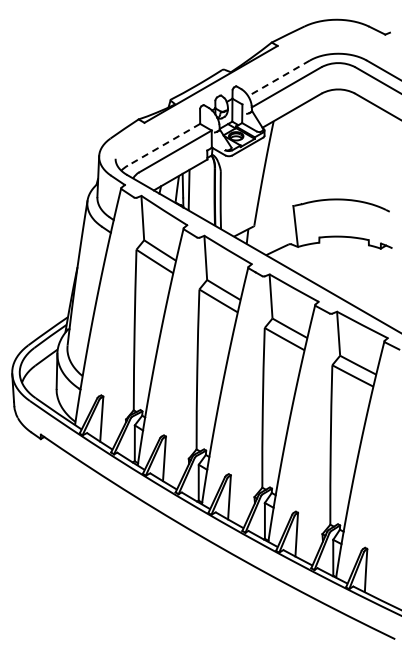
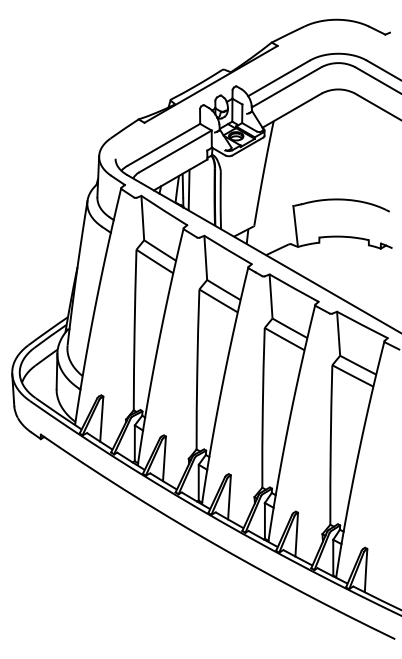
line at (279, 78): dashed -> solid
line at (164, 144): dashed -> solid
